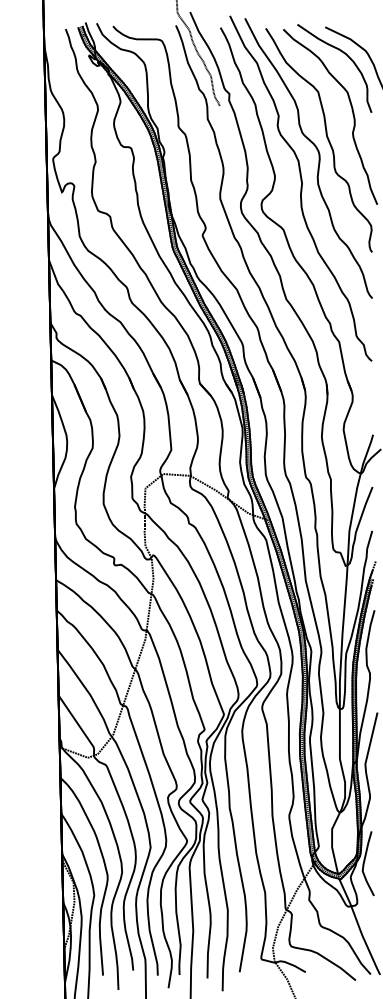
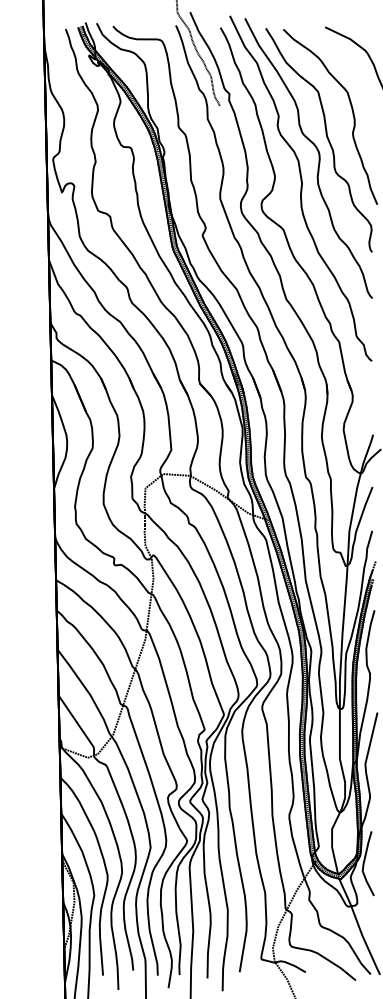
part at (344, 54): present -> none
